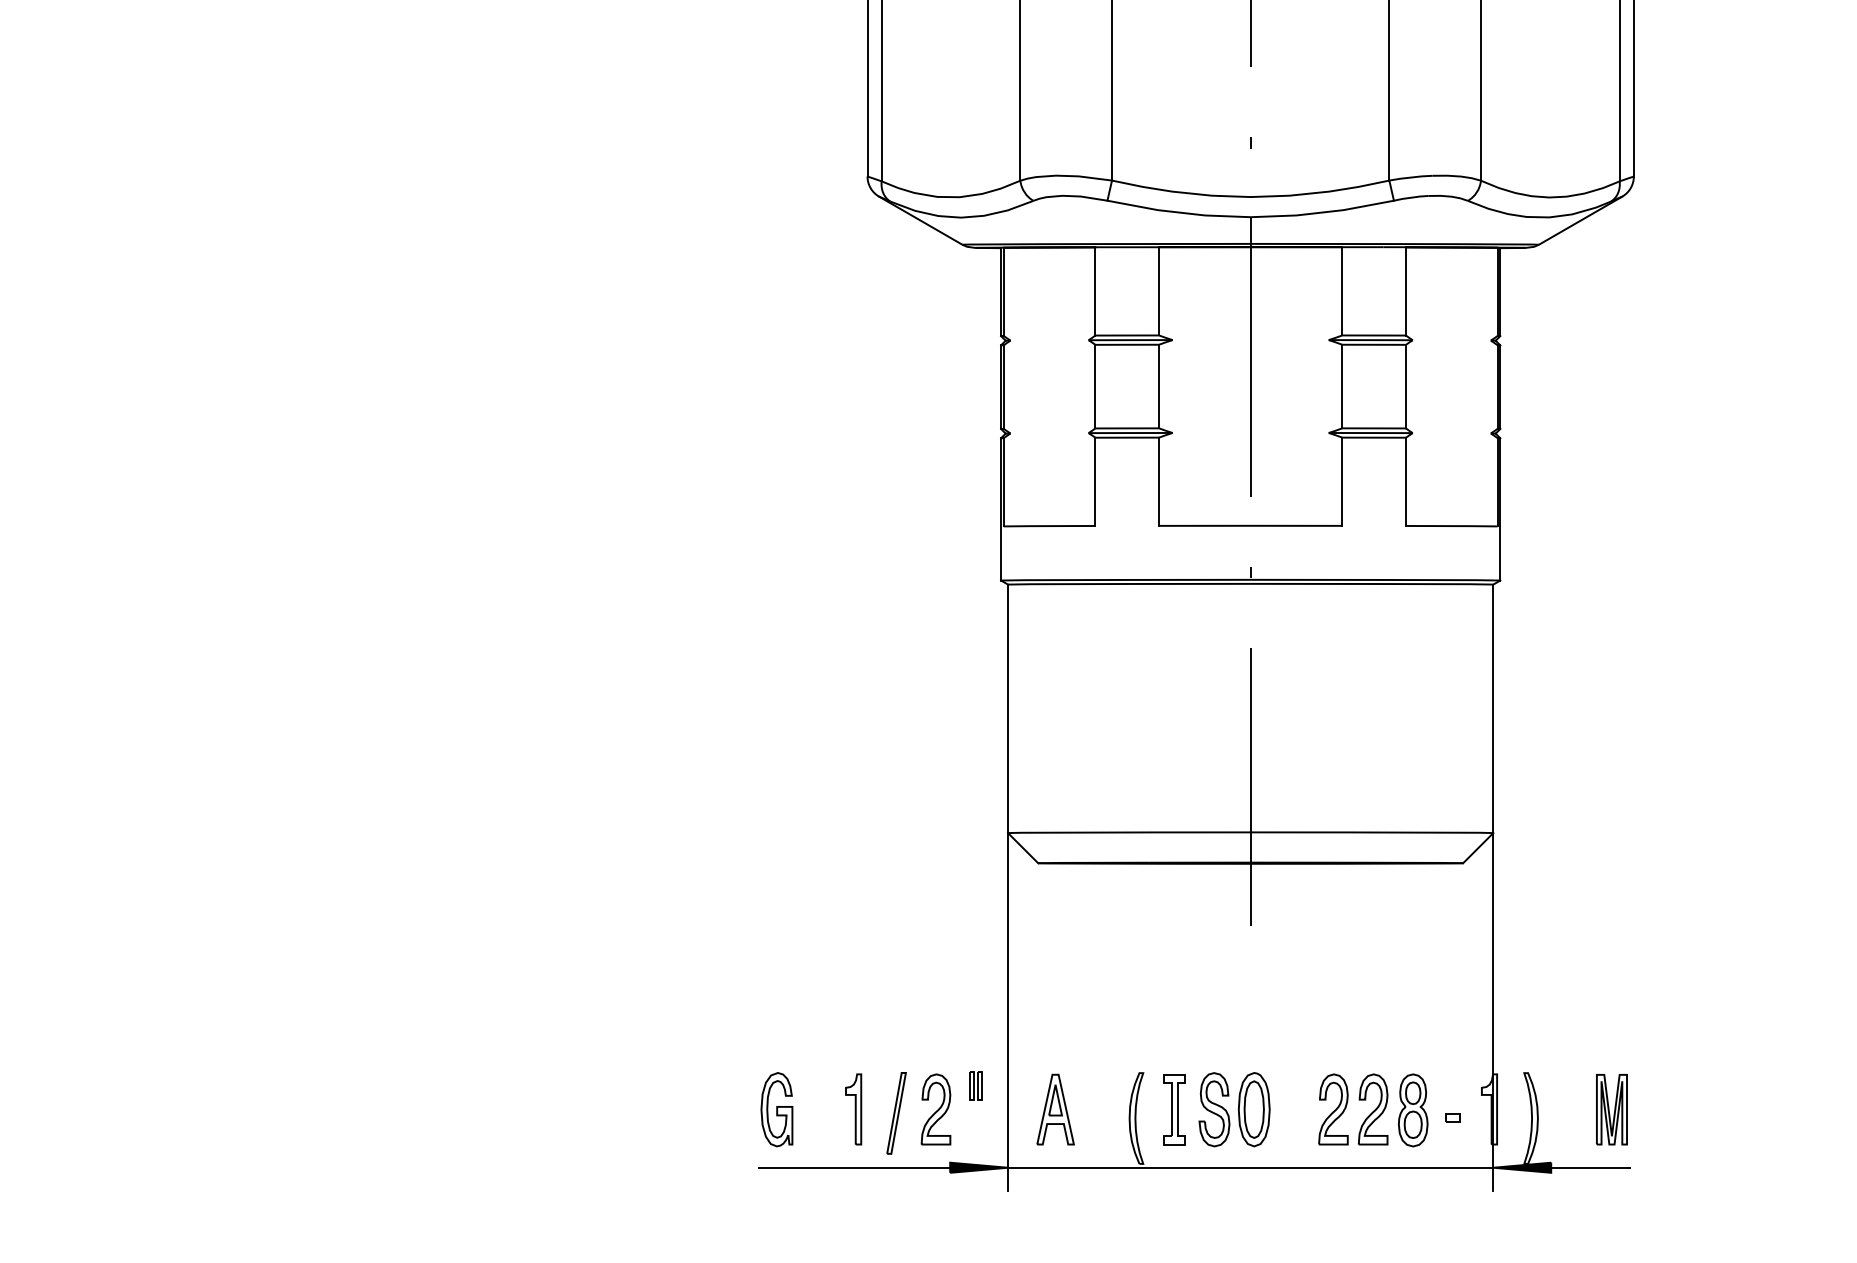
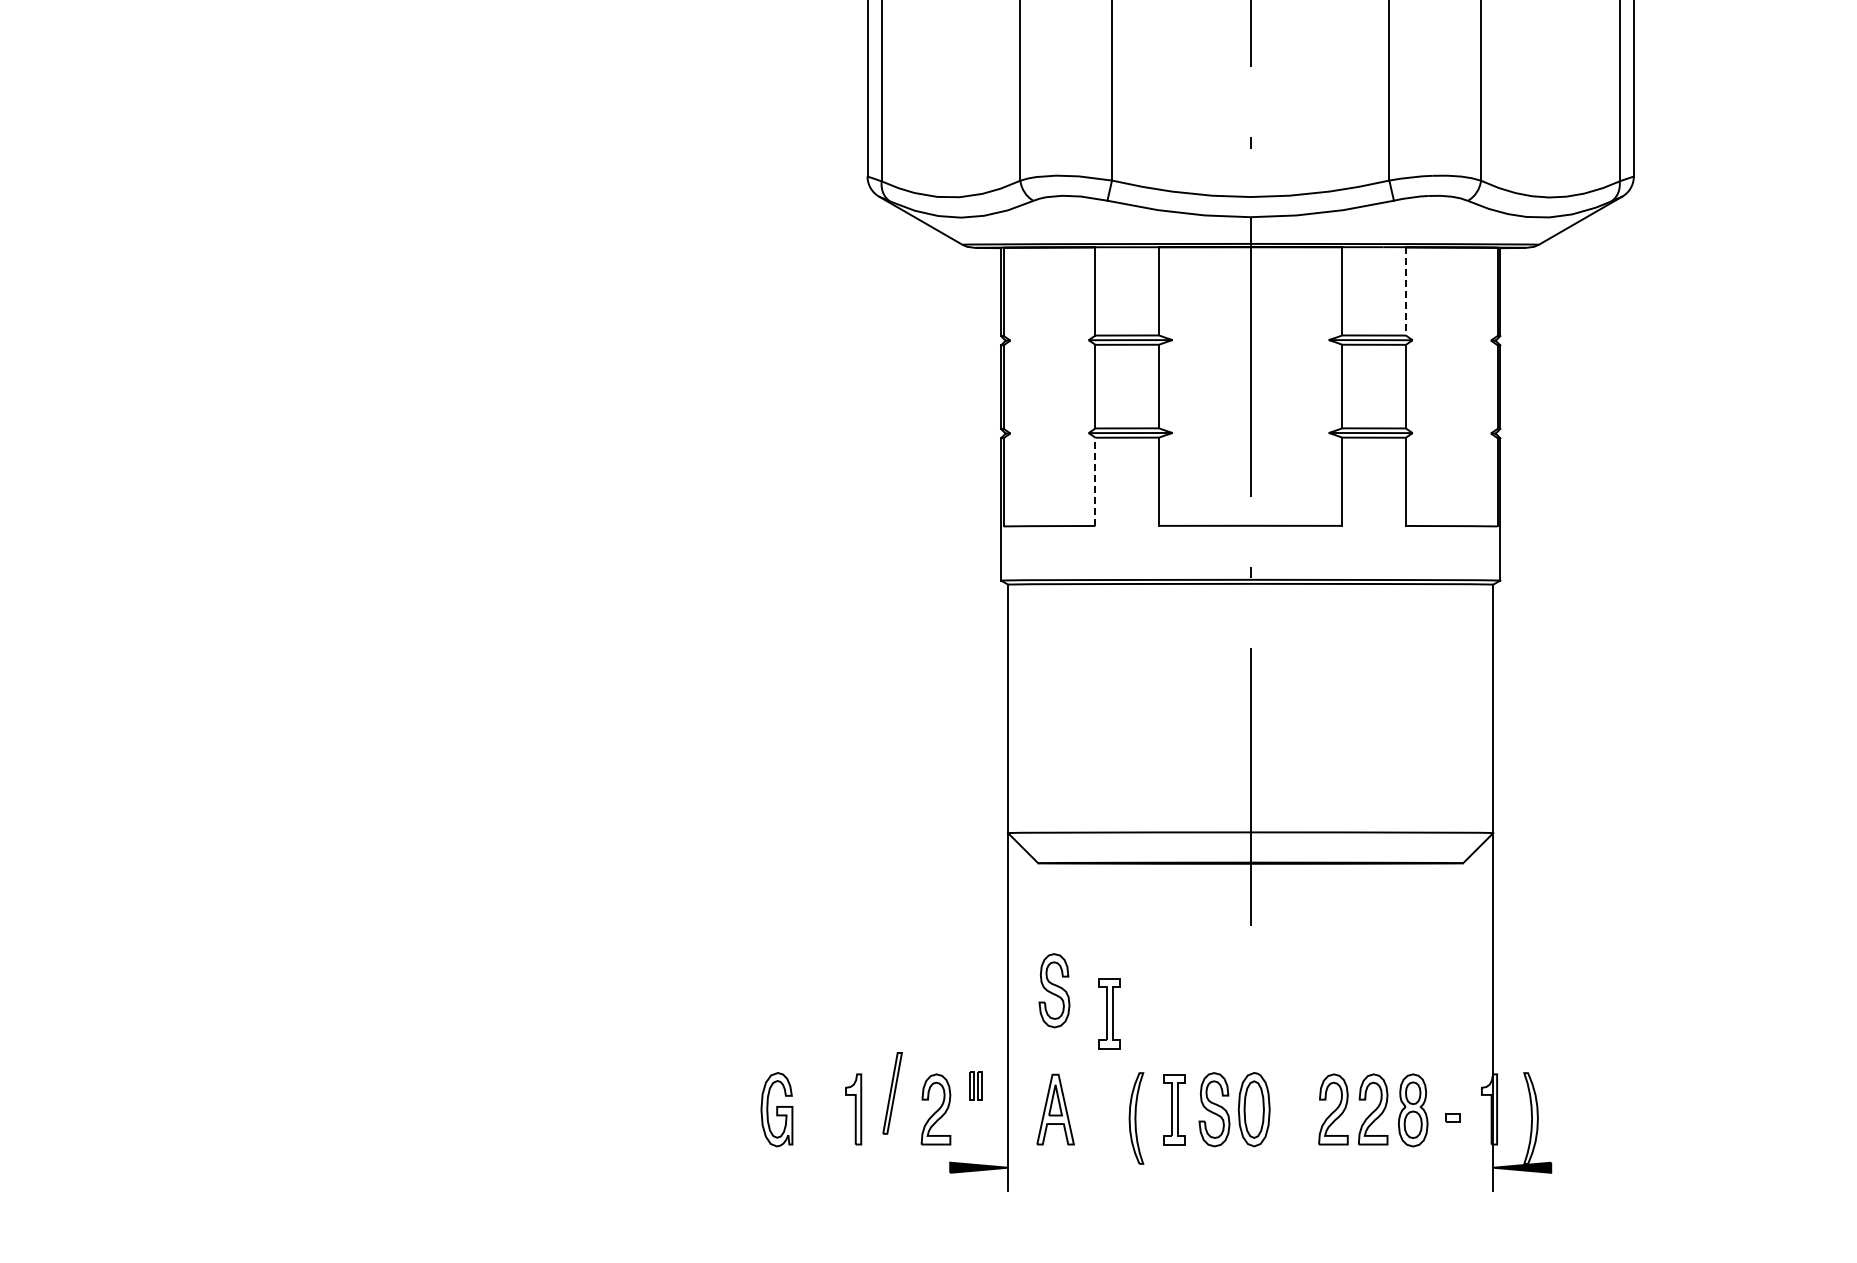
line at (1406, 291): solid -> dashed
line at (1095, 481): solid -> dashed
part at (1054, 990): none -> present
part at (1109, 1013): none -> present
part at (1611, 1109): present -> none
part at (896, 1113) position: (896, 1113) -> (892, 1093)
line at (854, 1167): present -> none
line at (1250, 1167): present -> none
line at (1590, 1167): present -> none
